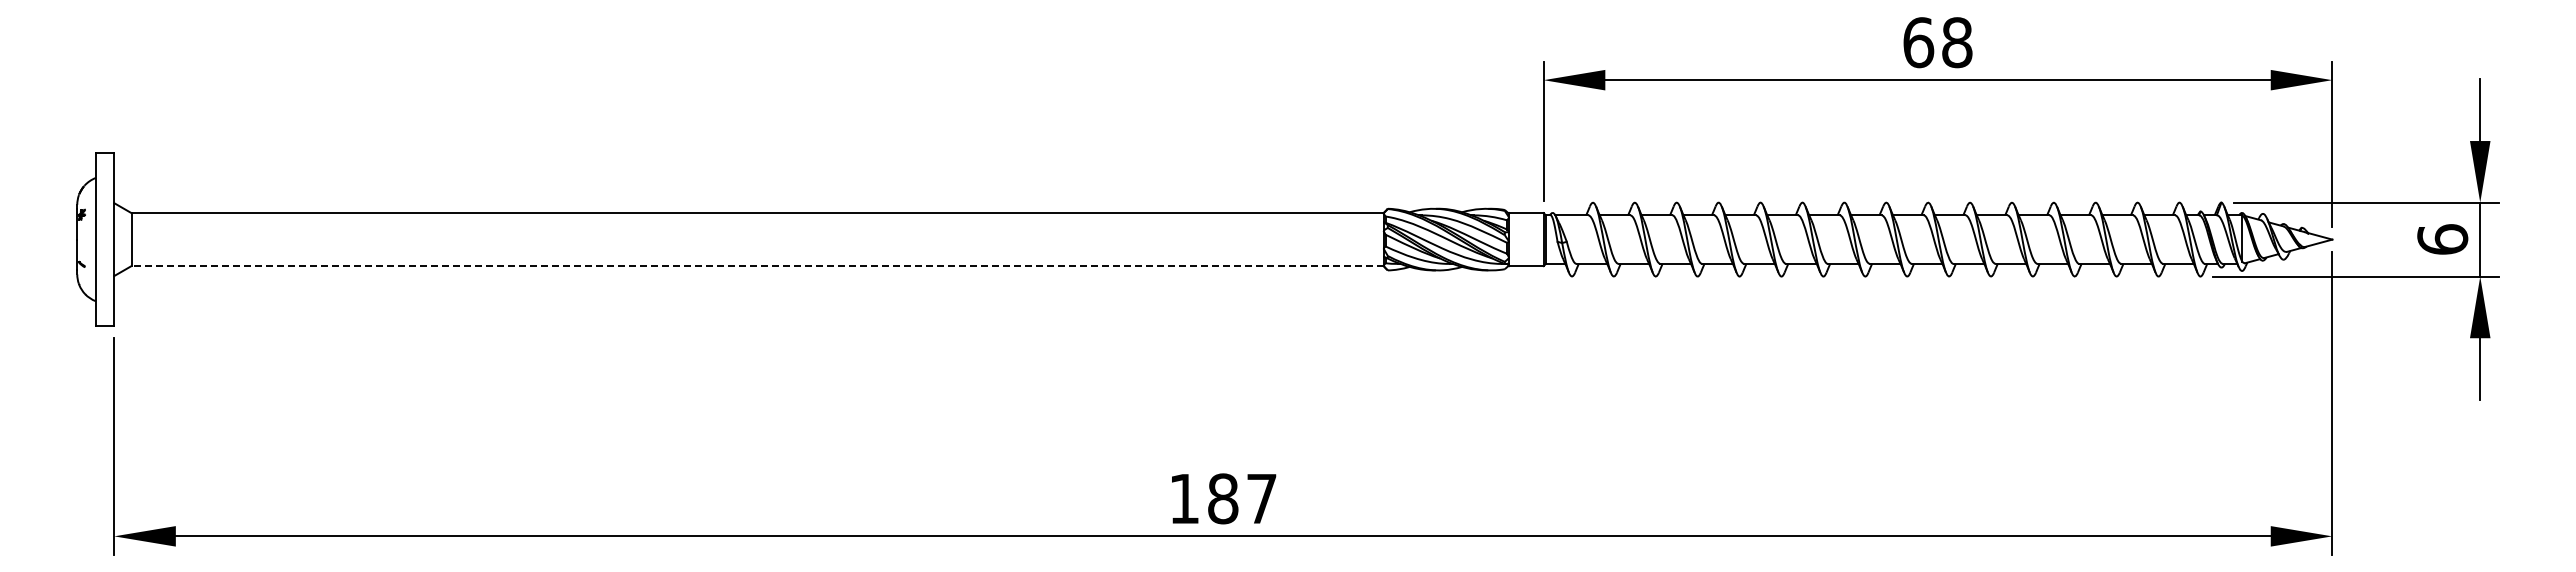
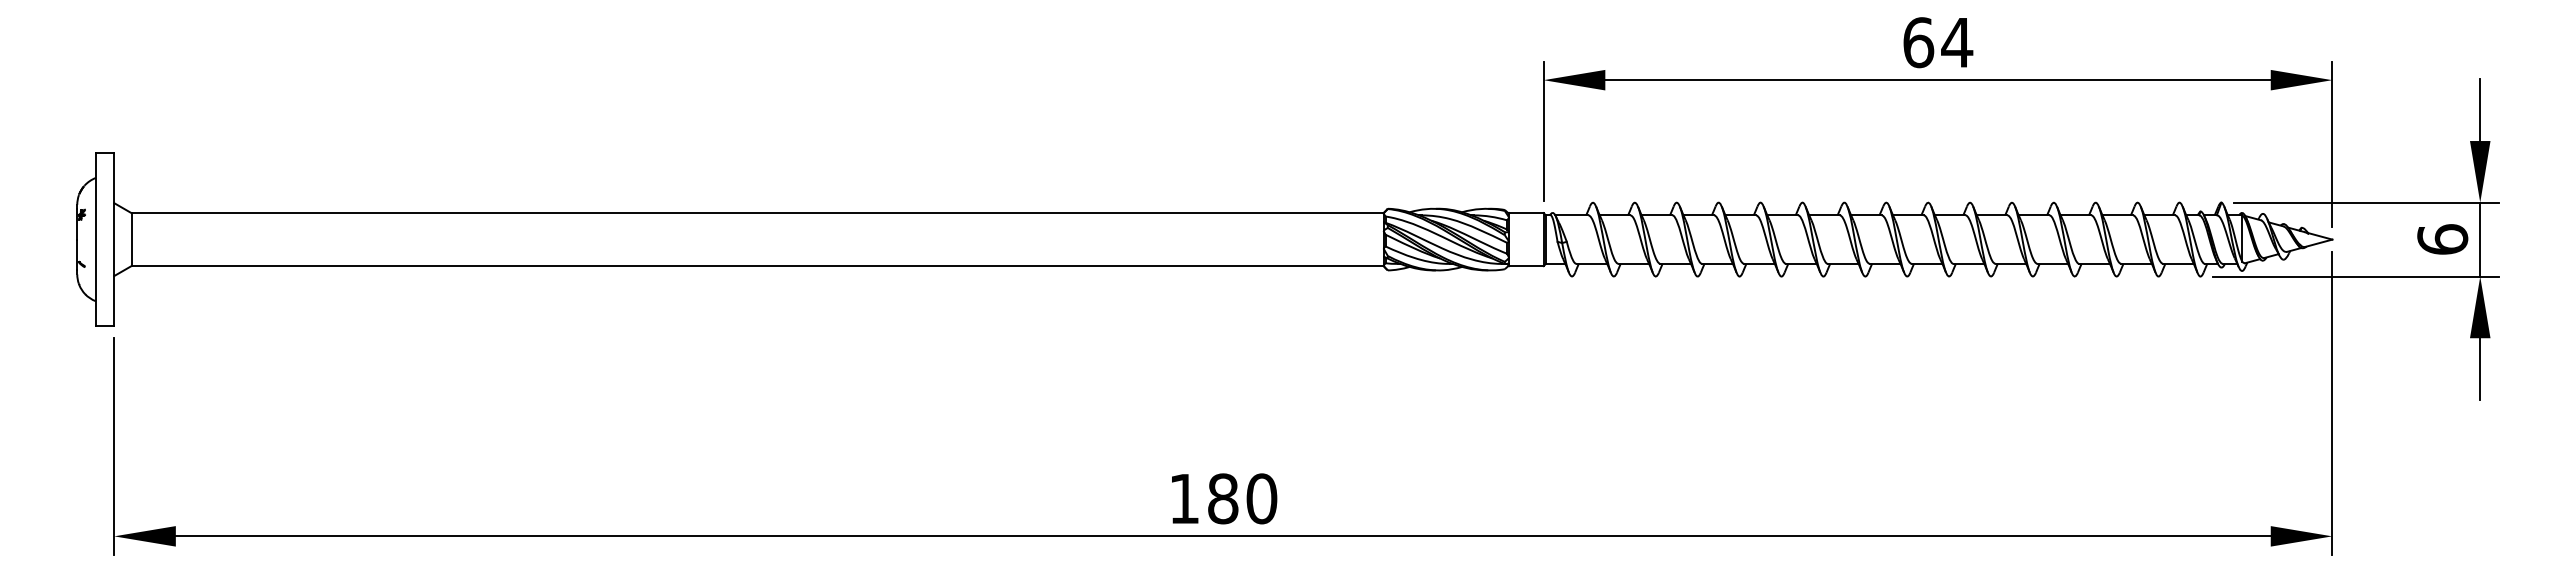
text at (1957, 42): 68 -> 64
line at (757, 266): dashed -> solid
text at (1261, 498): 187 -> 180
